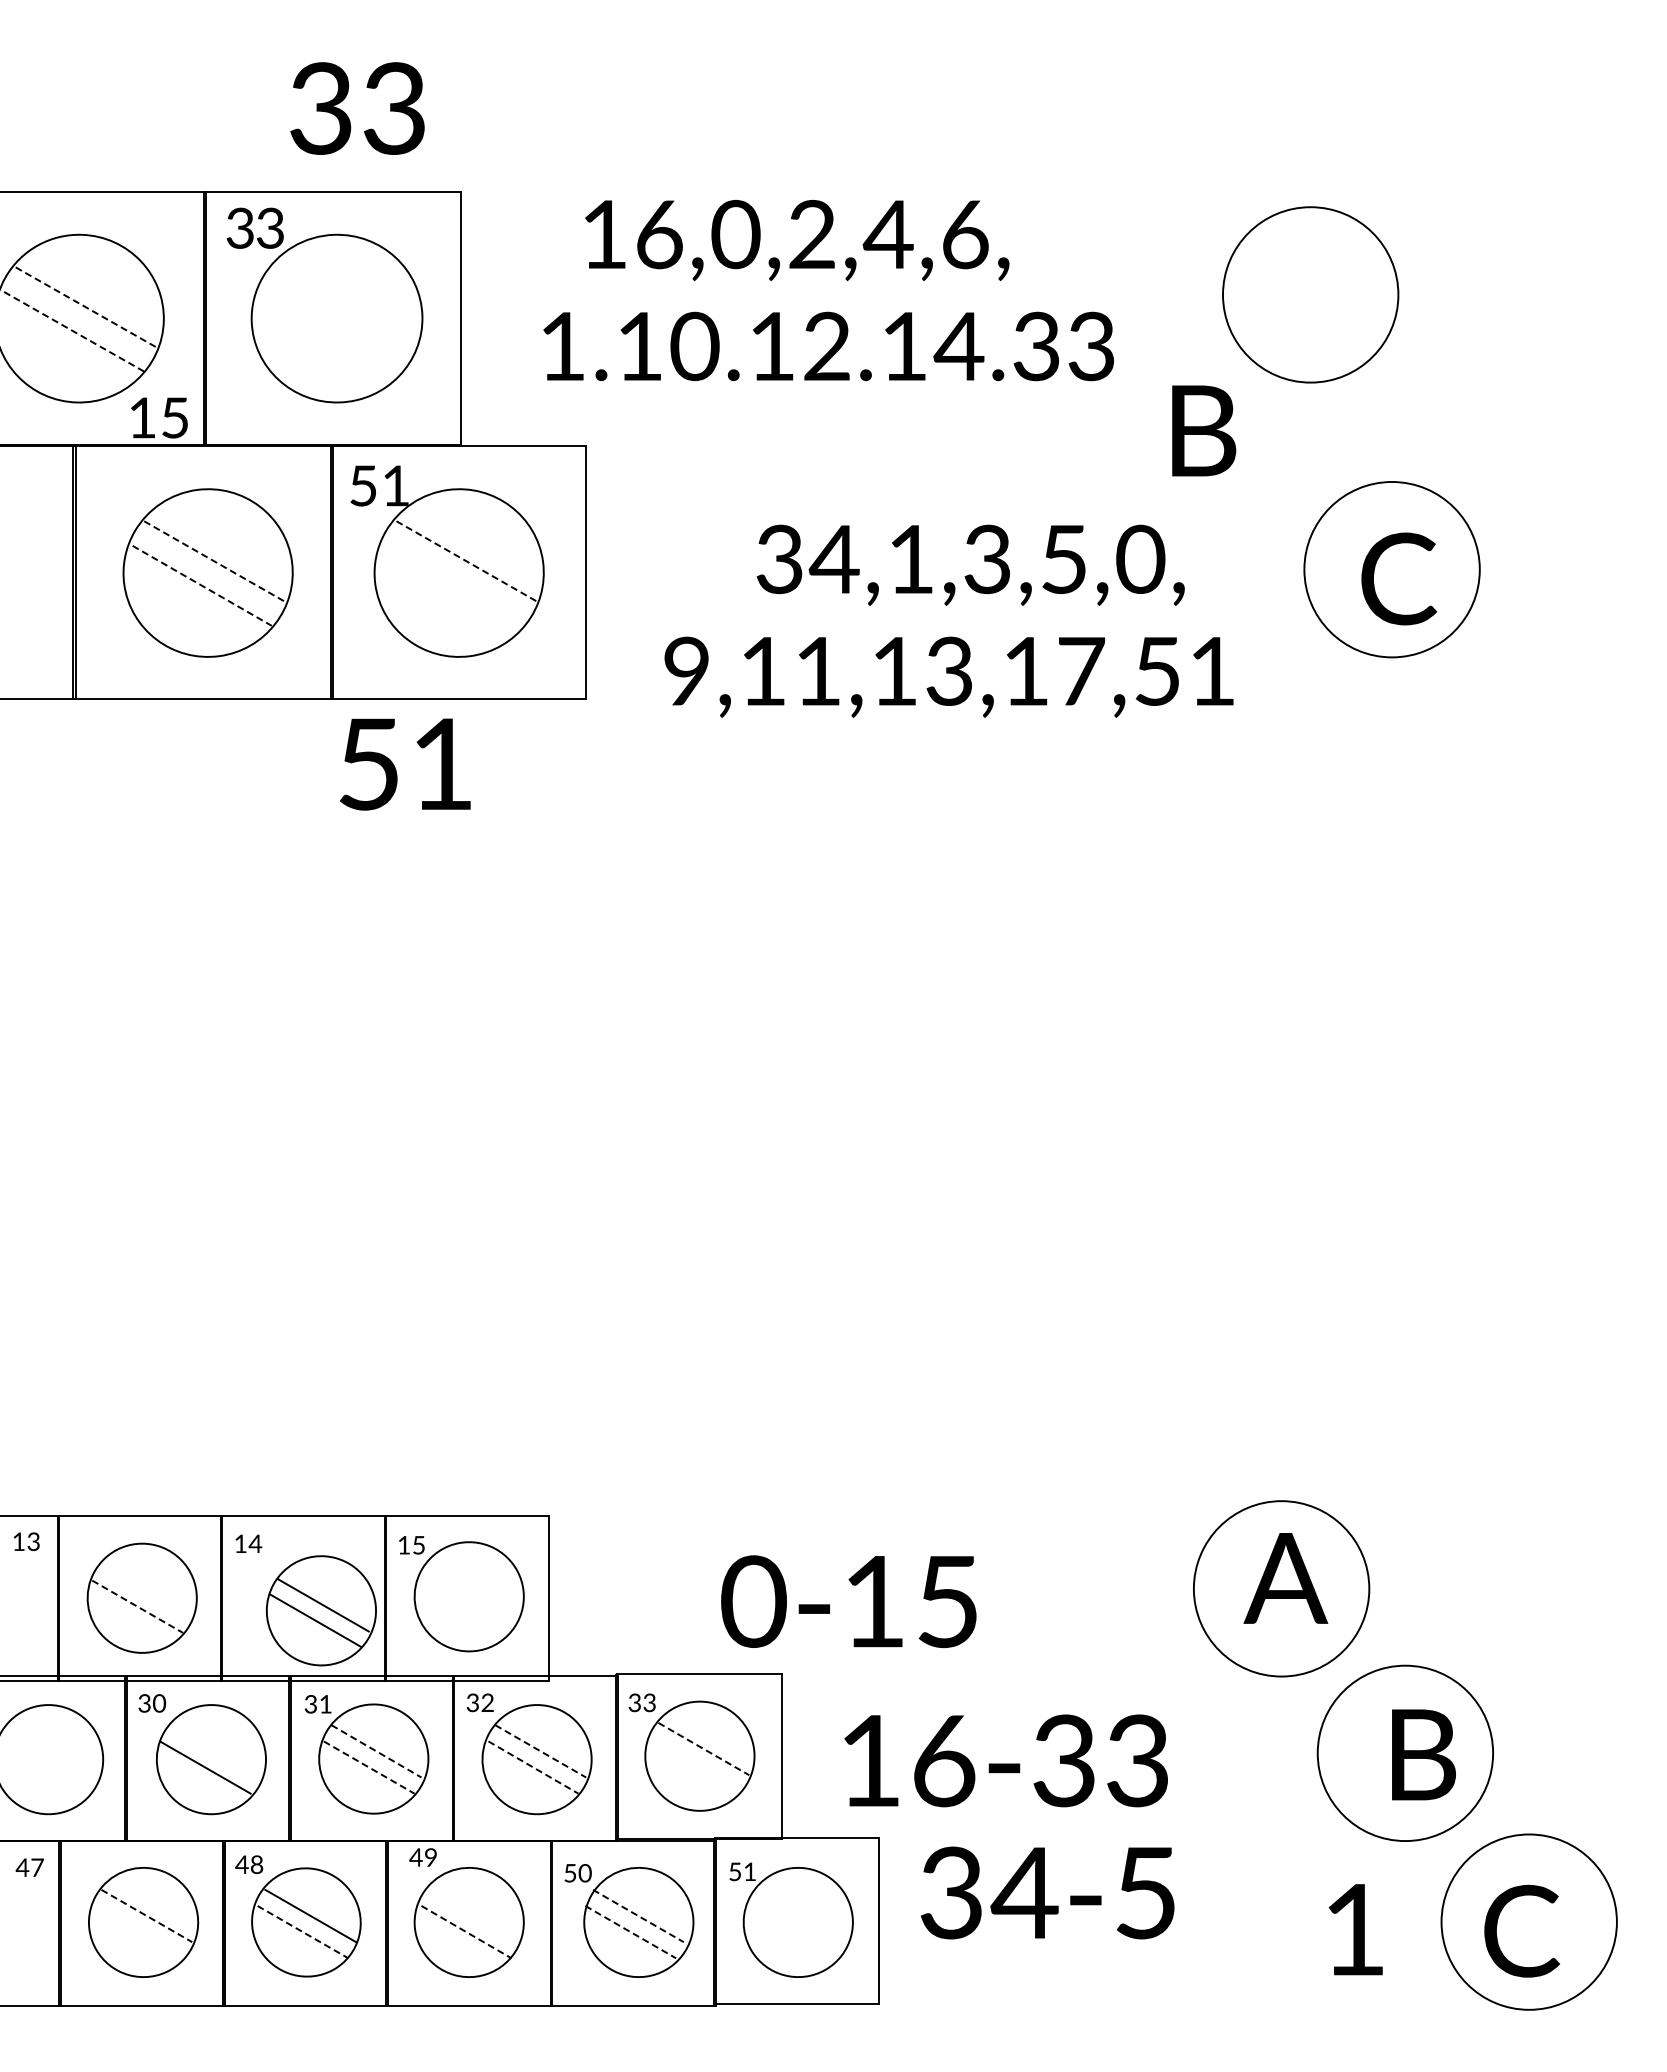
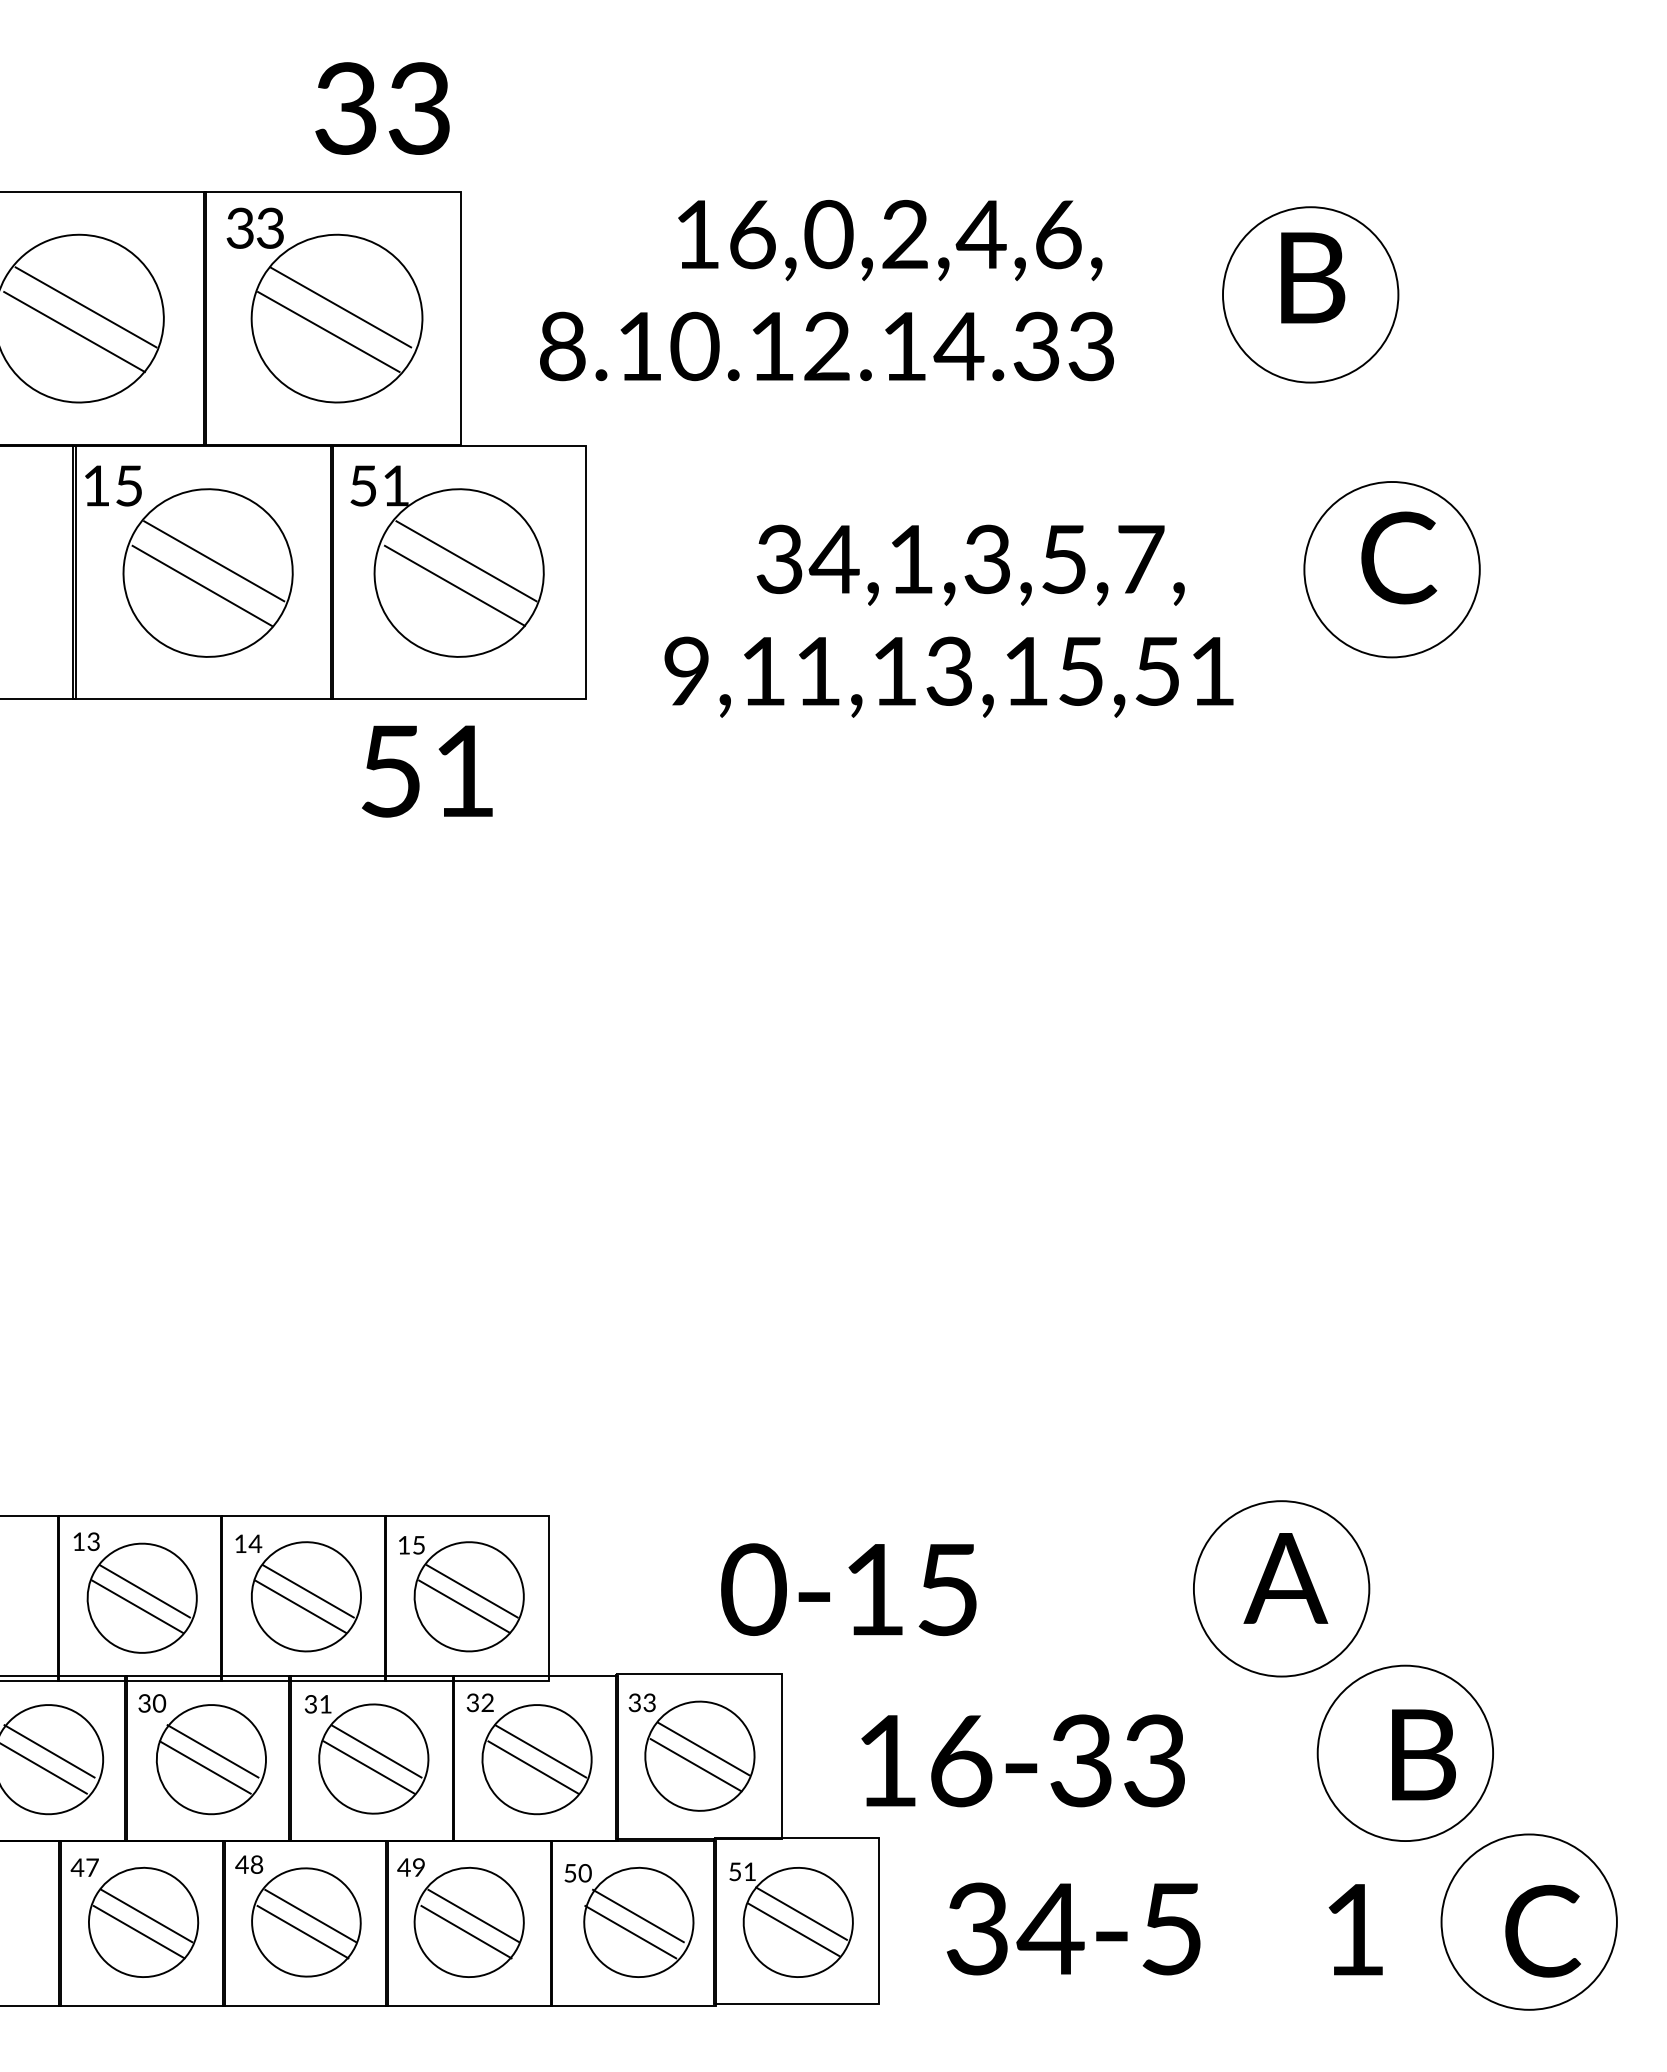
text at (357, 108) position: (357, 108) -> (382, 108)
text at (797, 240) position: (797, 240) -> (890, 240)
line at (86, 307): dashed -> solid
line at (340, 307): none -> present
line at (328, 331): none -> present
line at (74, 332): dashed -> solid
text at (562, 346): 1.10.12.14.33 -> 8.10.12.14.33
text at (159, 417) position: (159, 417) -> (113, 485)
text at (1204, 430) position: (1204, 430) -> (1313, 277)
text at (1140, 558): 34,1,3,5,0, -> 34,1,3,5,7,
line at (214, 561): dashed -> solid
line at (466, 561): dashed -> solid
text at (1399, 578) position: (1399, 578) -> (1399, 557)
line at (454, 585): none -> present
line at (202, 586): dashed -> solid
text at (1081, 671): 9,11,13,17,51 -> 9,11,13,15,51
text at (405, 764) position: (405, 764) -> (427, 771)
text at (26, 1541) position: (26, 1541) -> (86, 1541)
line at (144, 1591): none -> present
line at (471, 1591): none -> present
text at (848, 1601) position: (848, 1601) -> (848, 1589)
line at (138, 1606): dashed -> solid
line at (464, 1606): none -> present
part at (321, 1610) position: (321, 1610) -> (306, 1596)
line at (704, 1749): dashed -> solid
line at (49, 1751): none -> present
line at (212, 1751): none -> present
line at (376, 1751): dashed -> solid
line at (541, 1751): dashed -> solid
text at (1005, 1760) position: (1005, 1760) -> (1022, 1760)
line at (695, 1765): none -> present
line at (369, 1767): dashed -> solid
line at (533, 1767): dashed -> solid
line at (44, 1768): none -> present
text at (422, 1857) position: (422, 1857) -> (410, 1867)
text at (29, 1867) position: (29, 1867) -> (84, 1867)
text at (1047, 1892) position: (1047, 1892) -> (1073, 1928)
line at (801, 1913): none -> present
line at (473, 1915): none -> present
line at (147, 1916): dashed -> solid
line at (638, 1916): dashed -> solid
line at (793, 1929): none -> present
text at (1521, 1930) position: (1521, 1930) -> (1542, 1930)
line at (138, 1931): none -> present
line at (303, 1932): dashed -> solid
line at (466, 1932): dashed -> solid
line at (631, 1932): dashed -> solid
